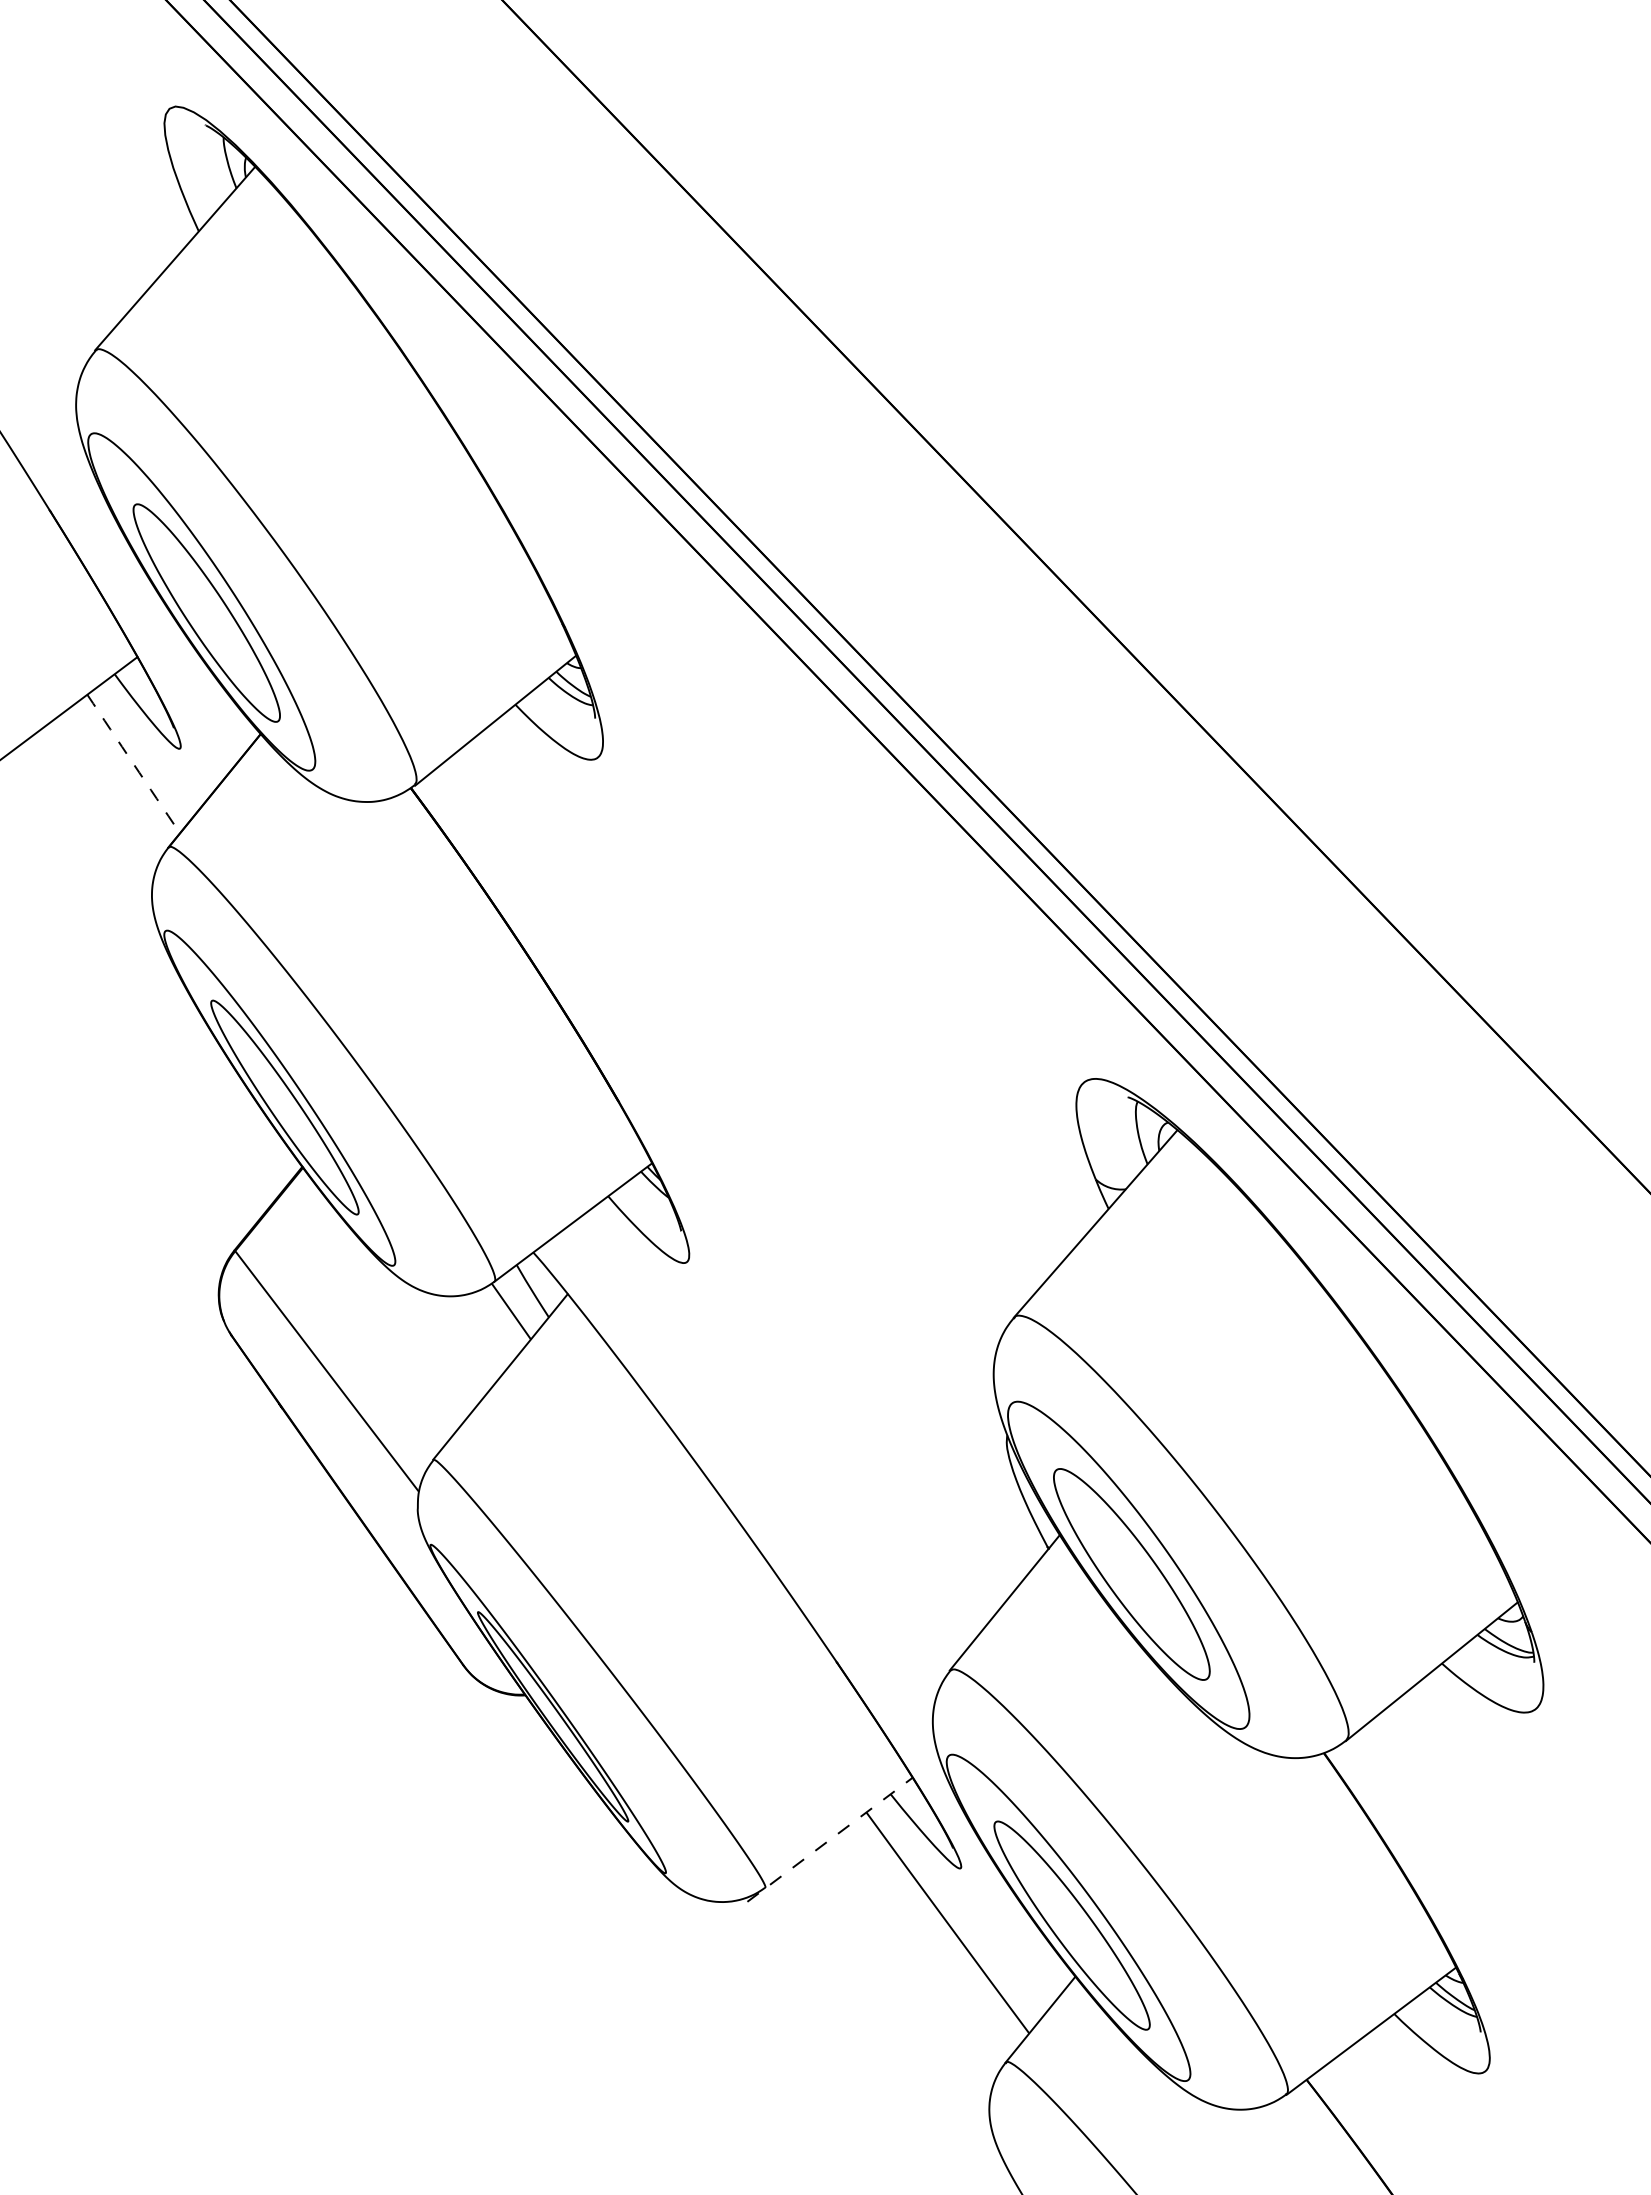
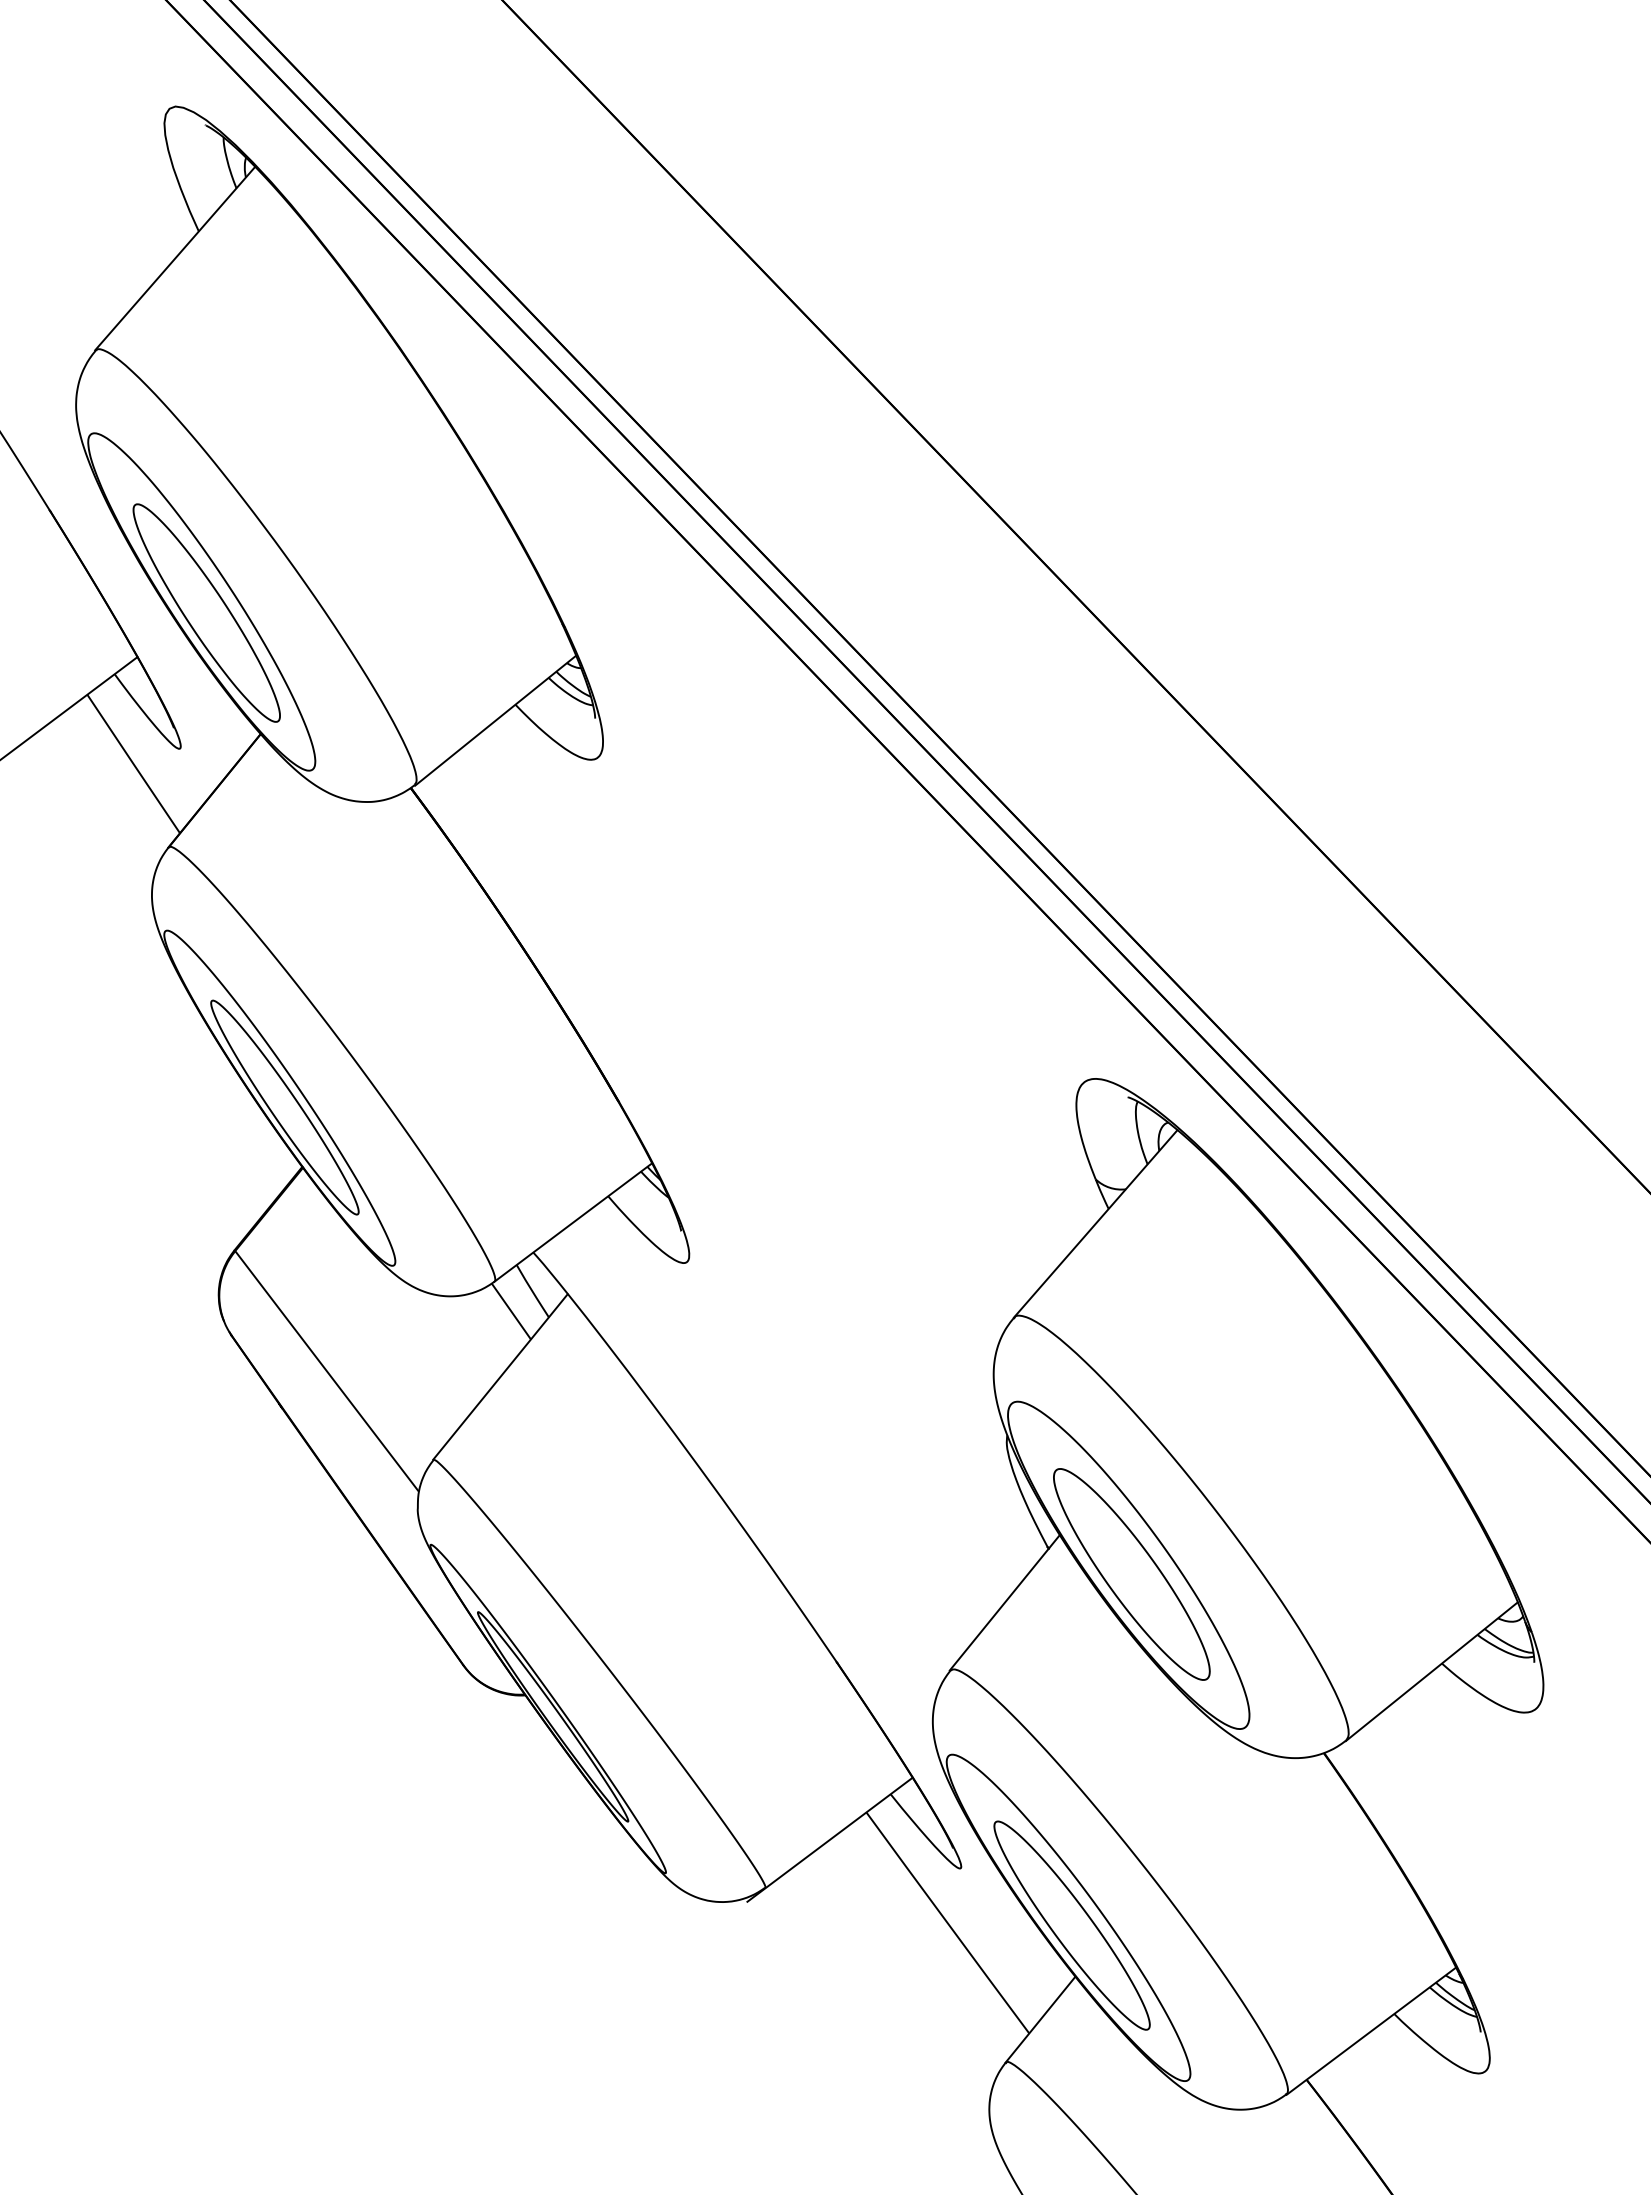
arc at (133, 764): dashed -> solid
line at (830, 1839): dashed -> solid
